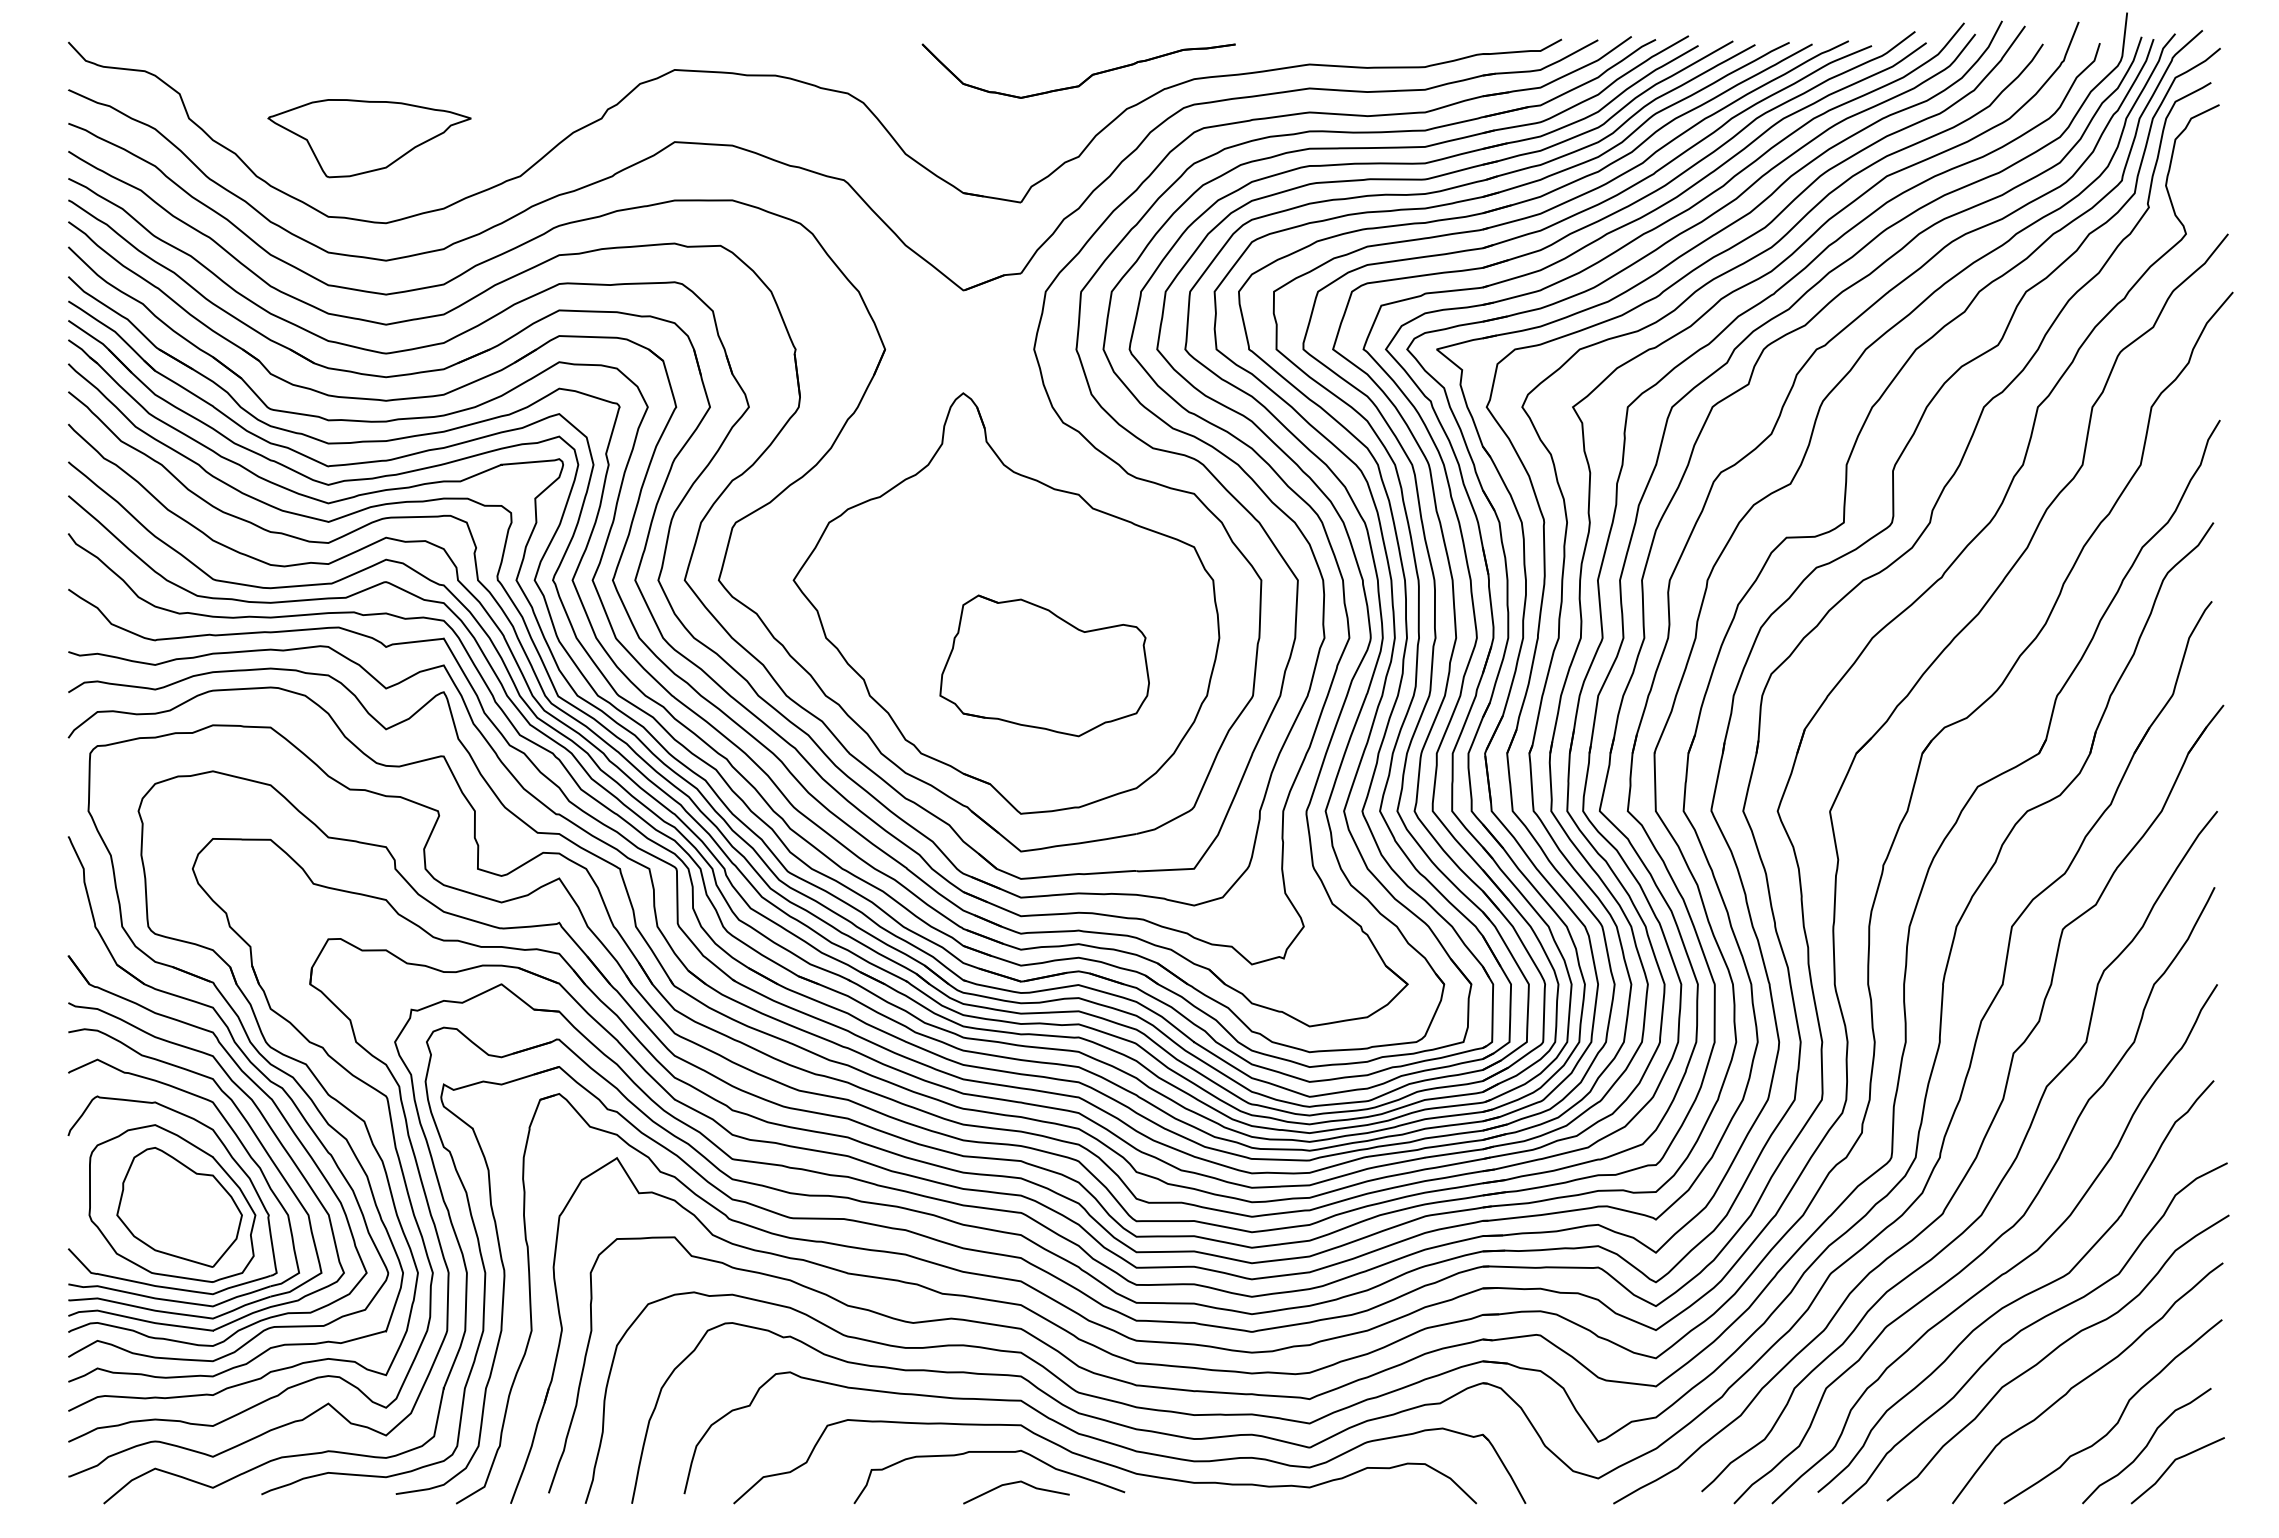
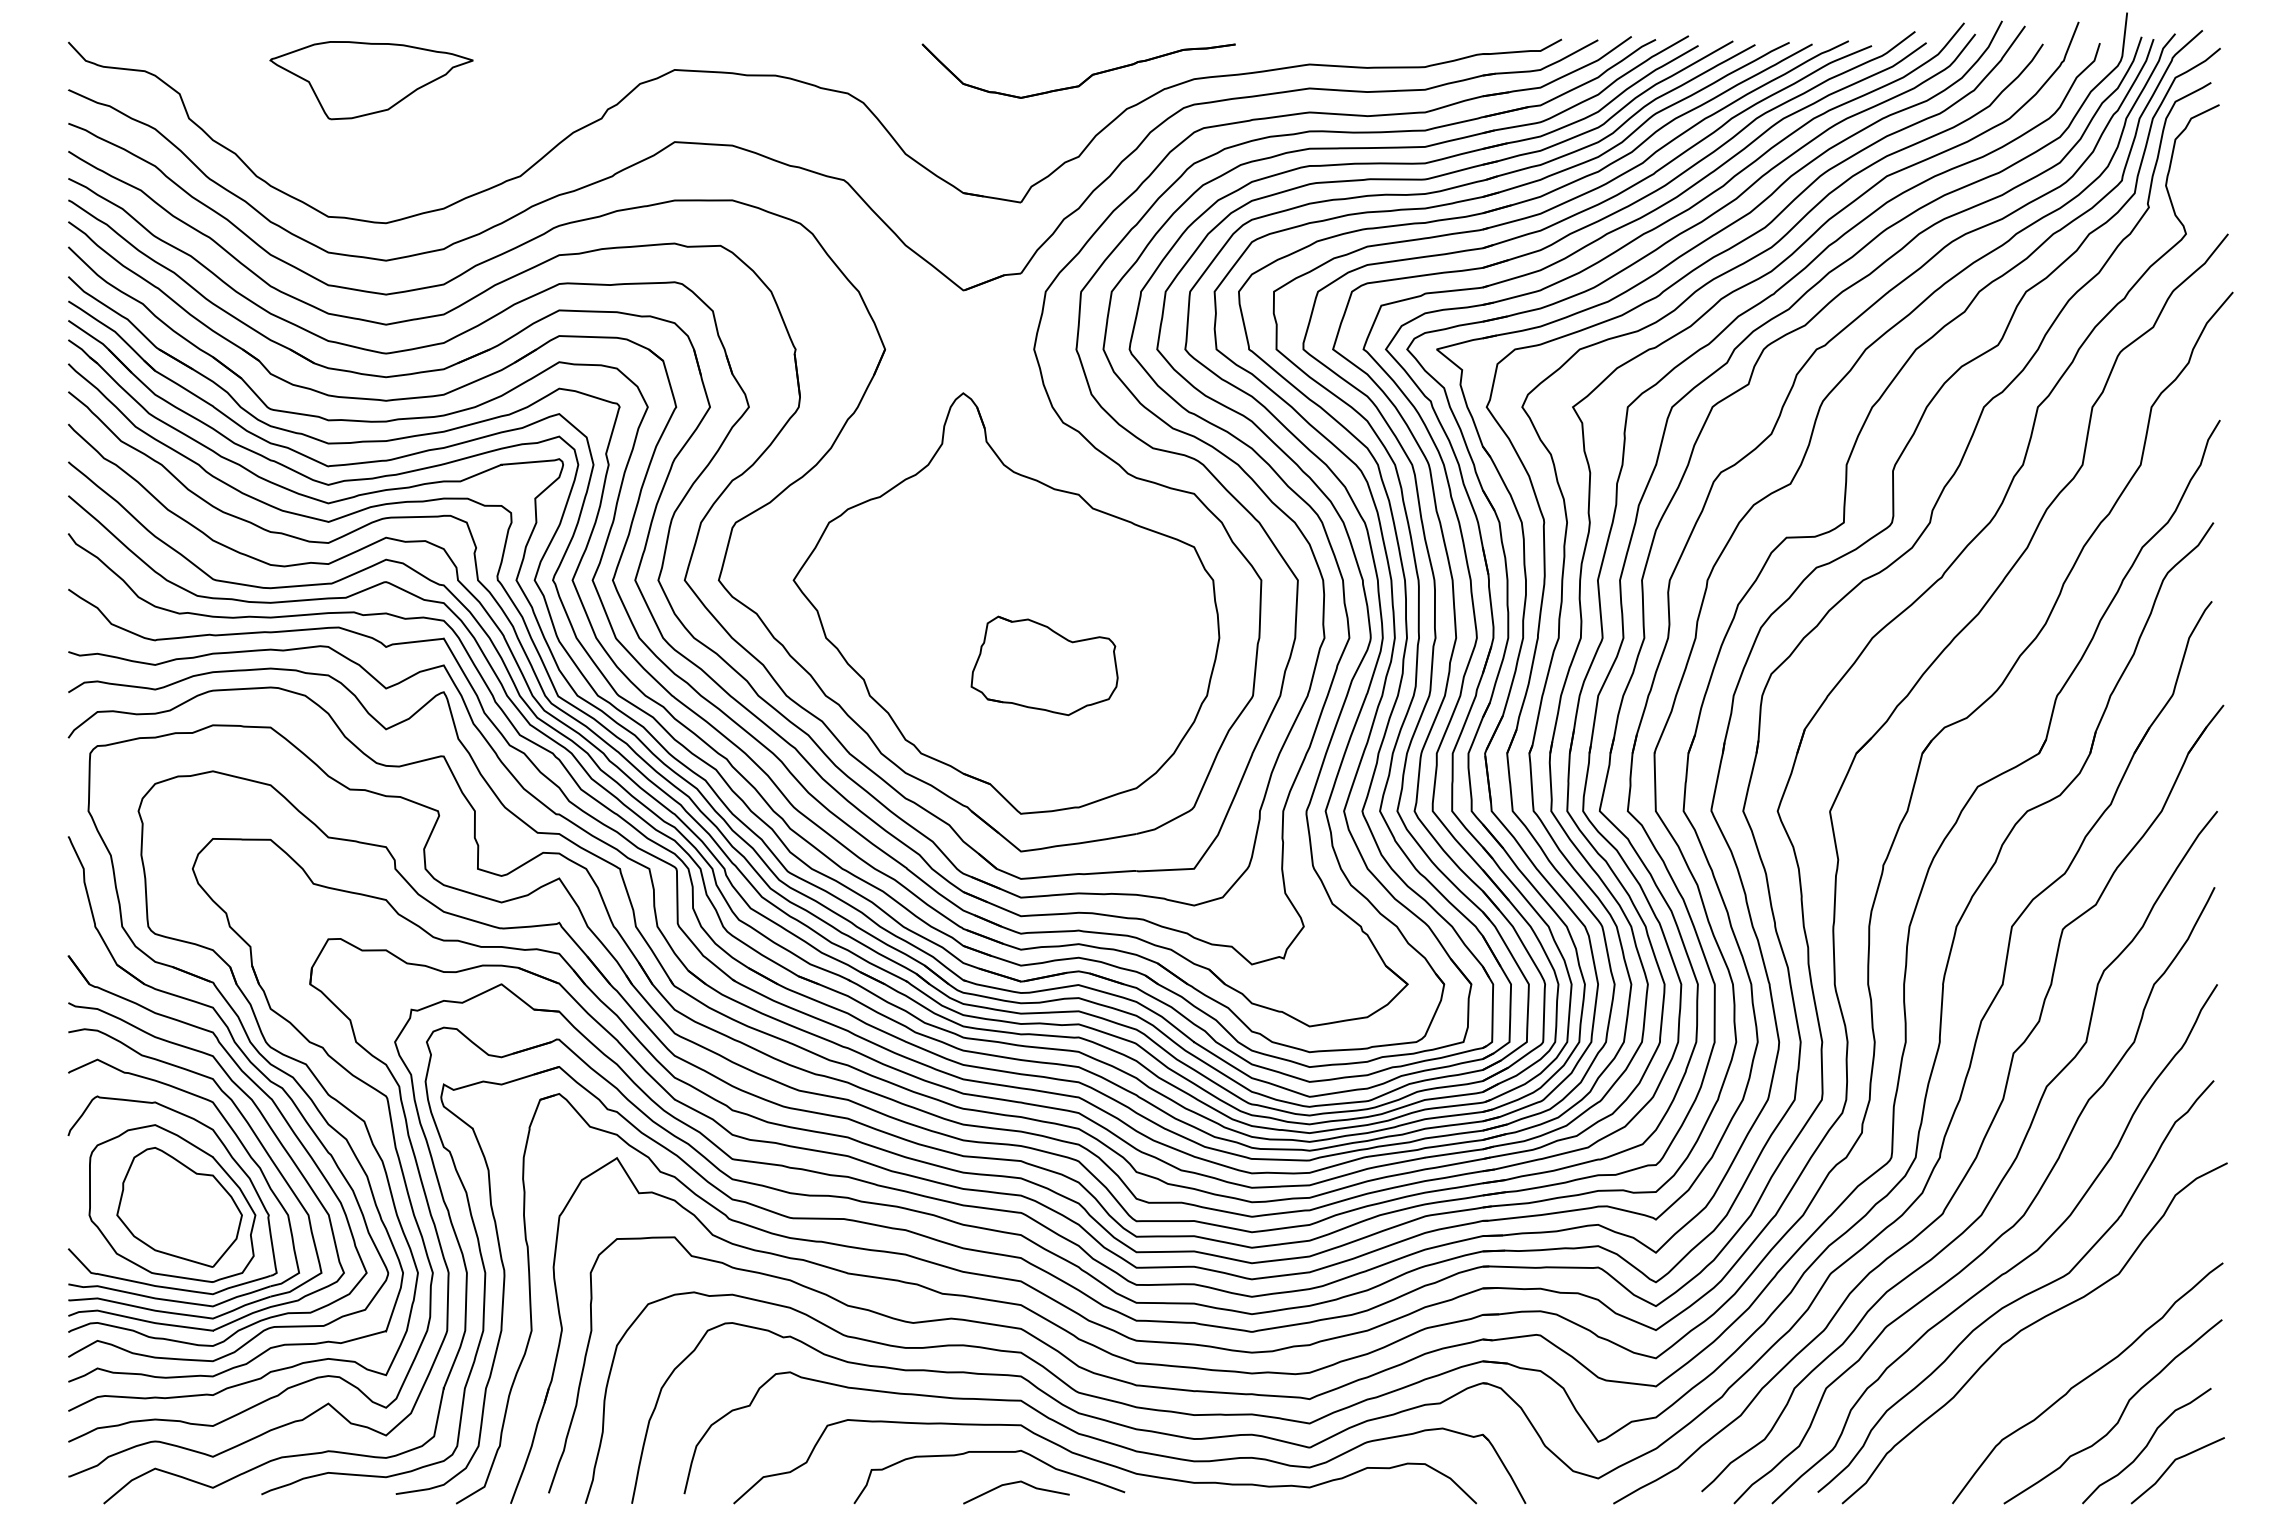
part at (369, 138) position: (369, 138) -> (371, 80)
part at (1044, 665) size: 211x144 px -> 149x102 px
curve at (2053, 1352): present -> none
